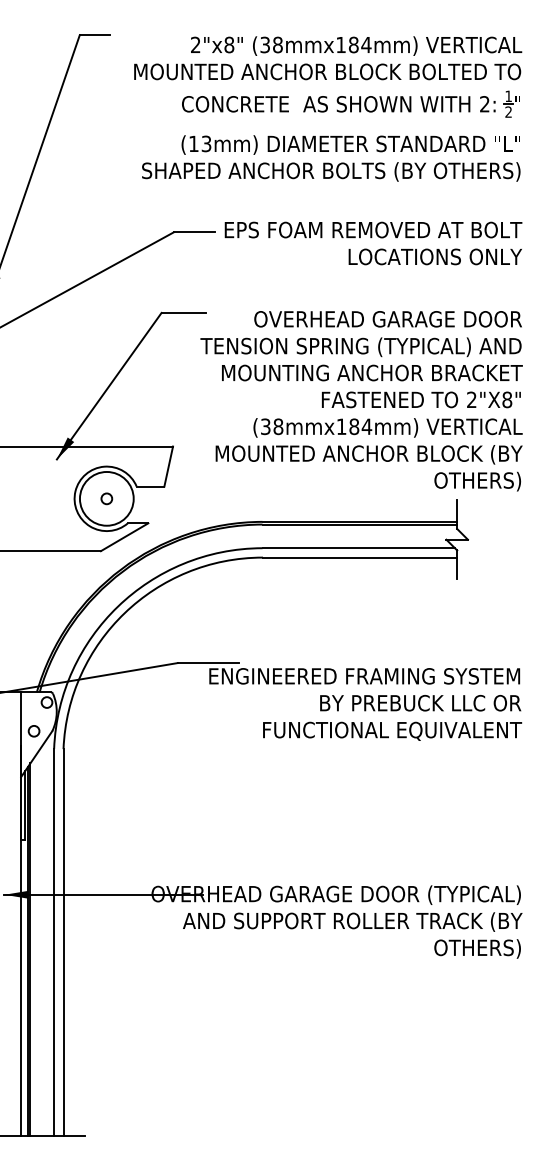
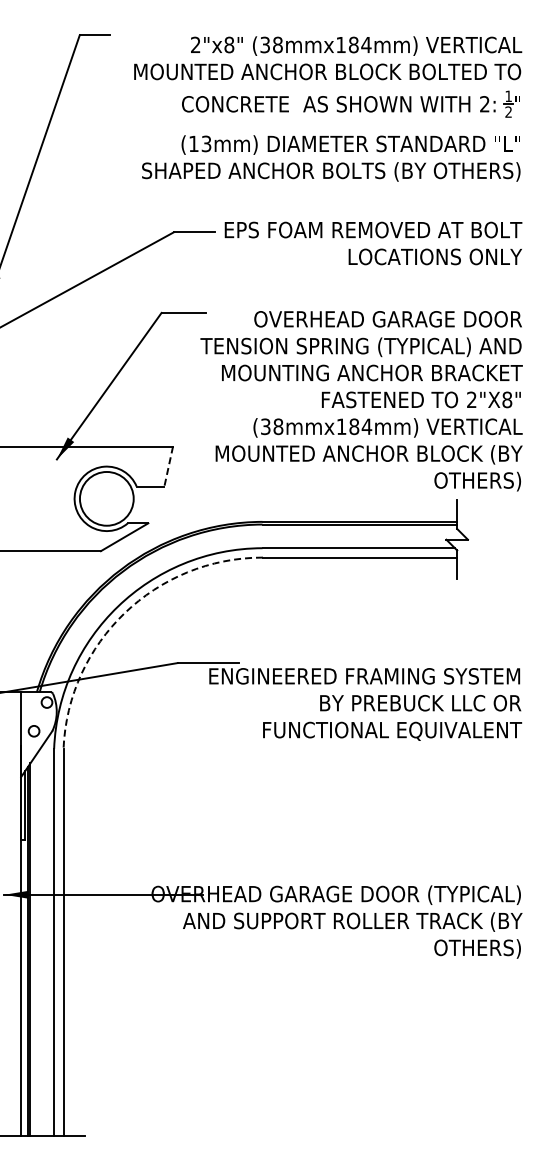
line at (168, 467): solid -> dashed
circle at (106, 498): present -> none
arc at (124, 613): solid -> dashed
